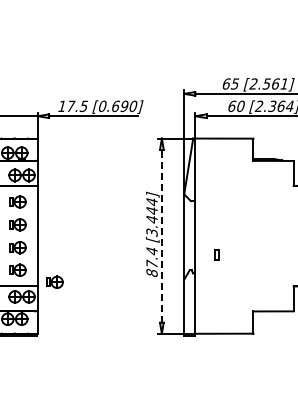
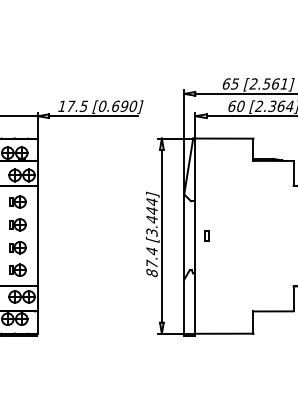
line at (161, 235): dashed -> solid
part at (216, 254) position: (216, 254) -> (206, 235)
part at (54, 281): present -> none
